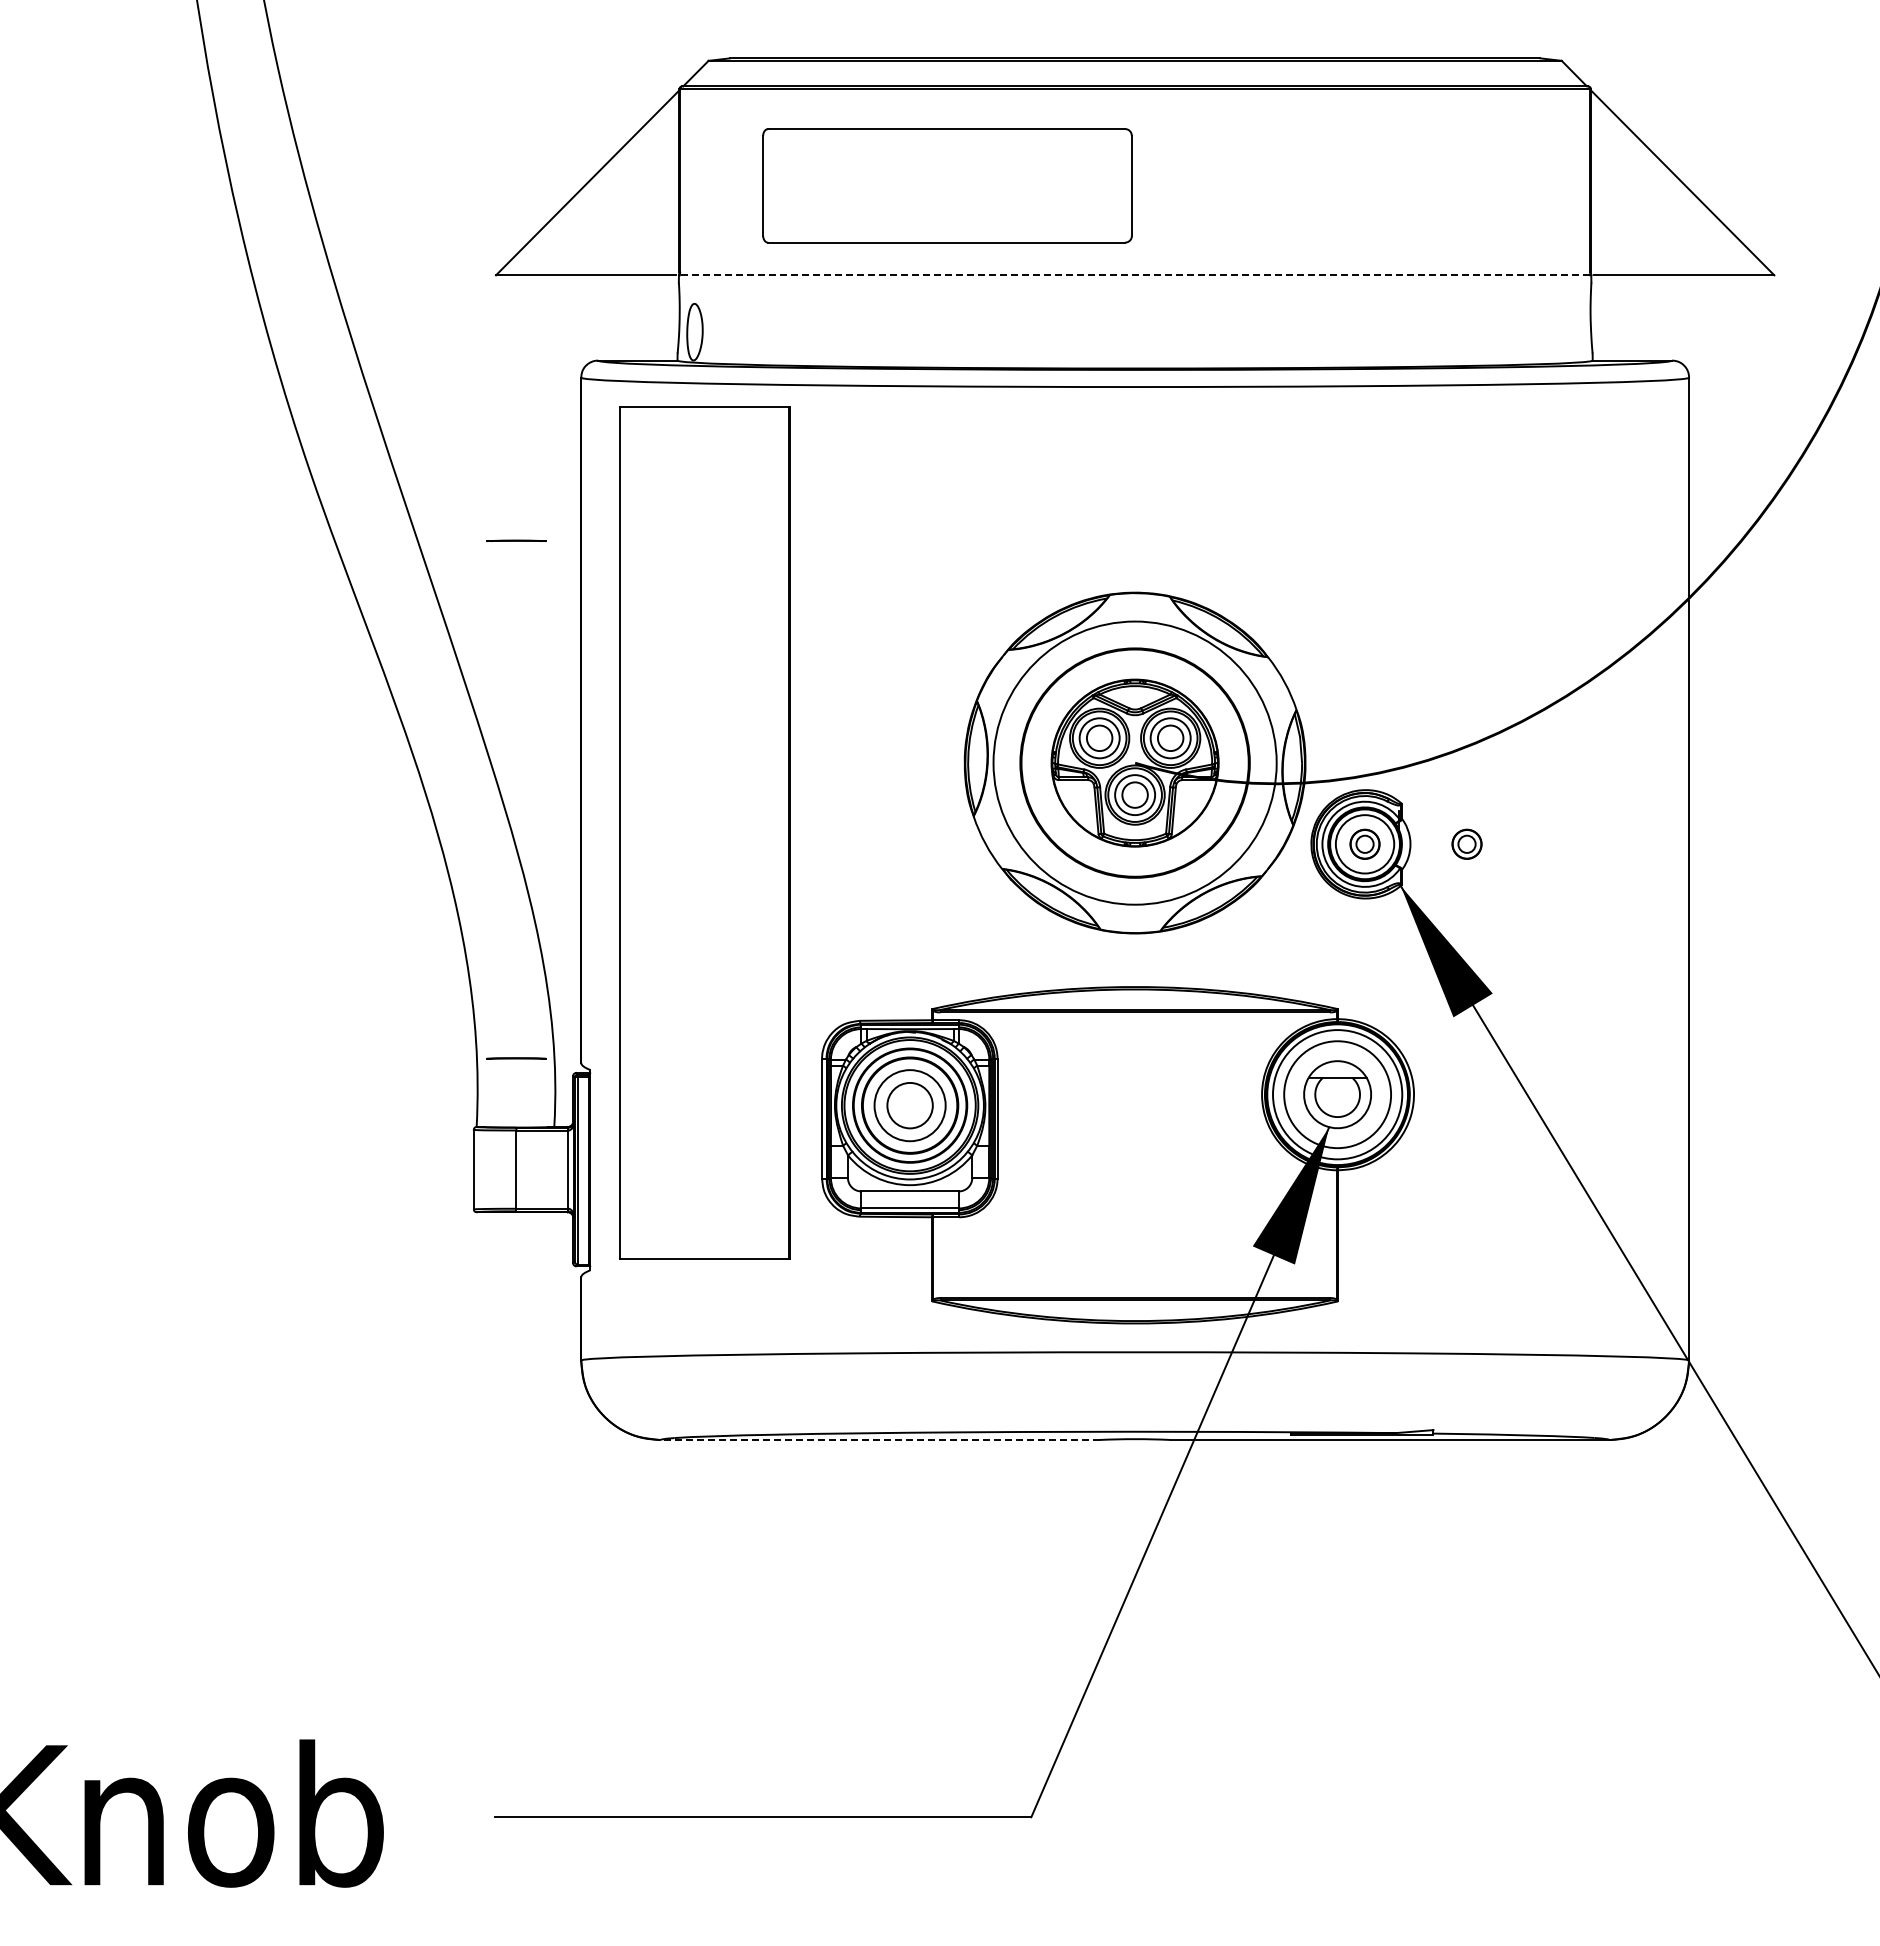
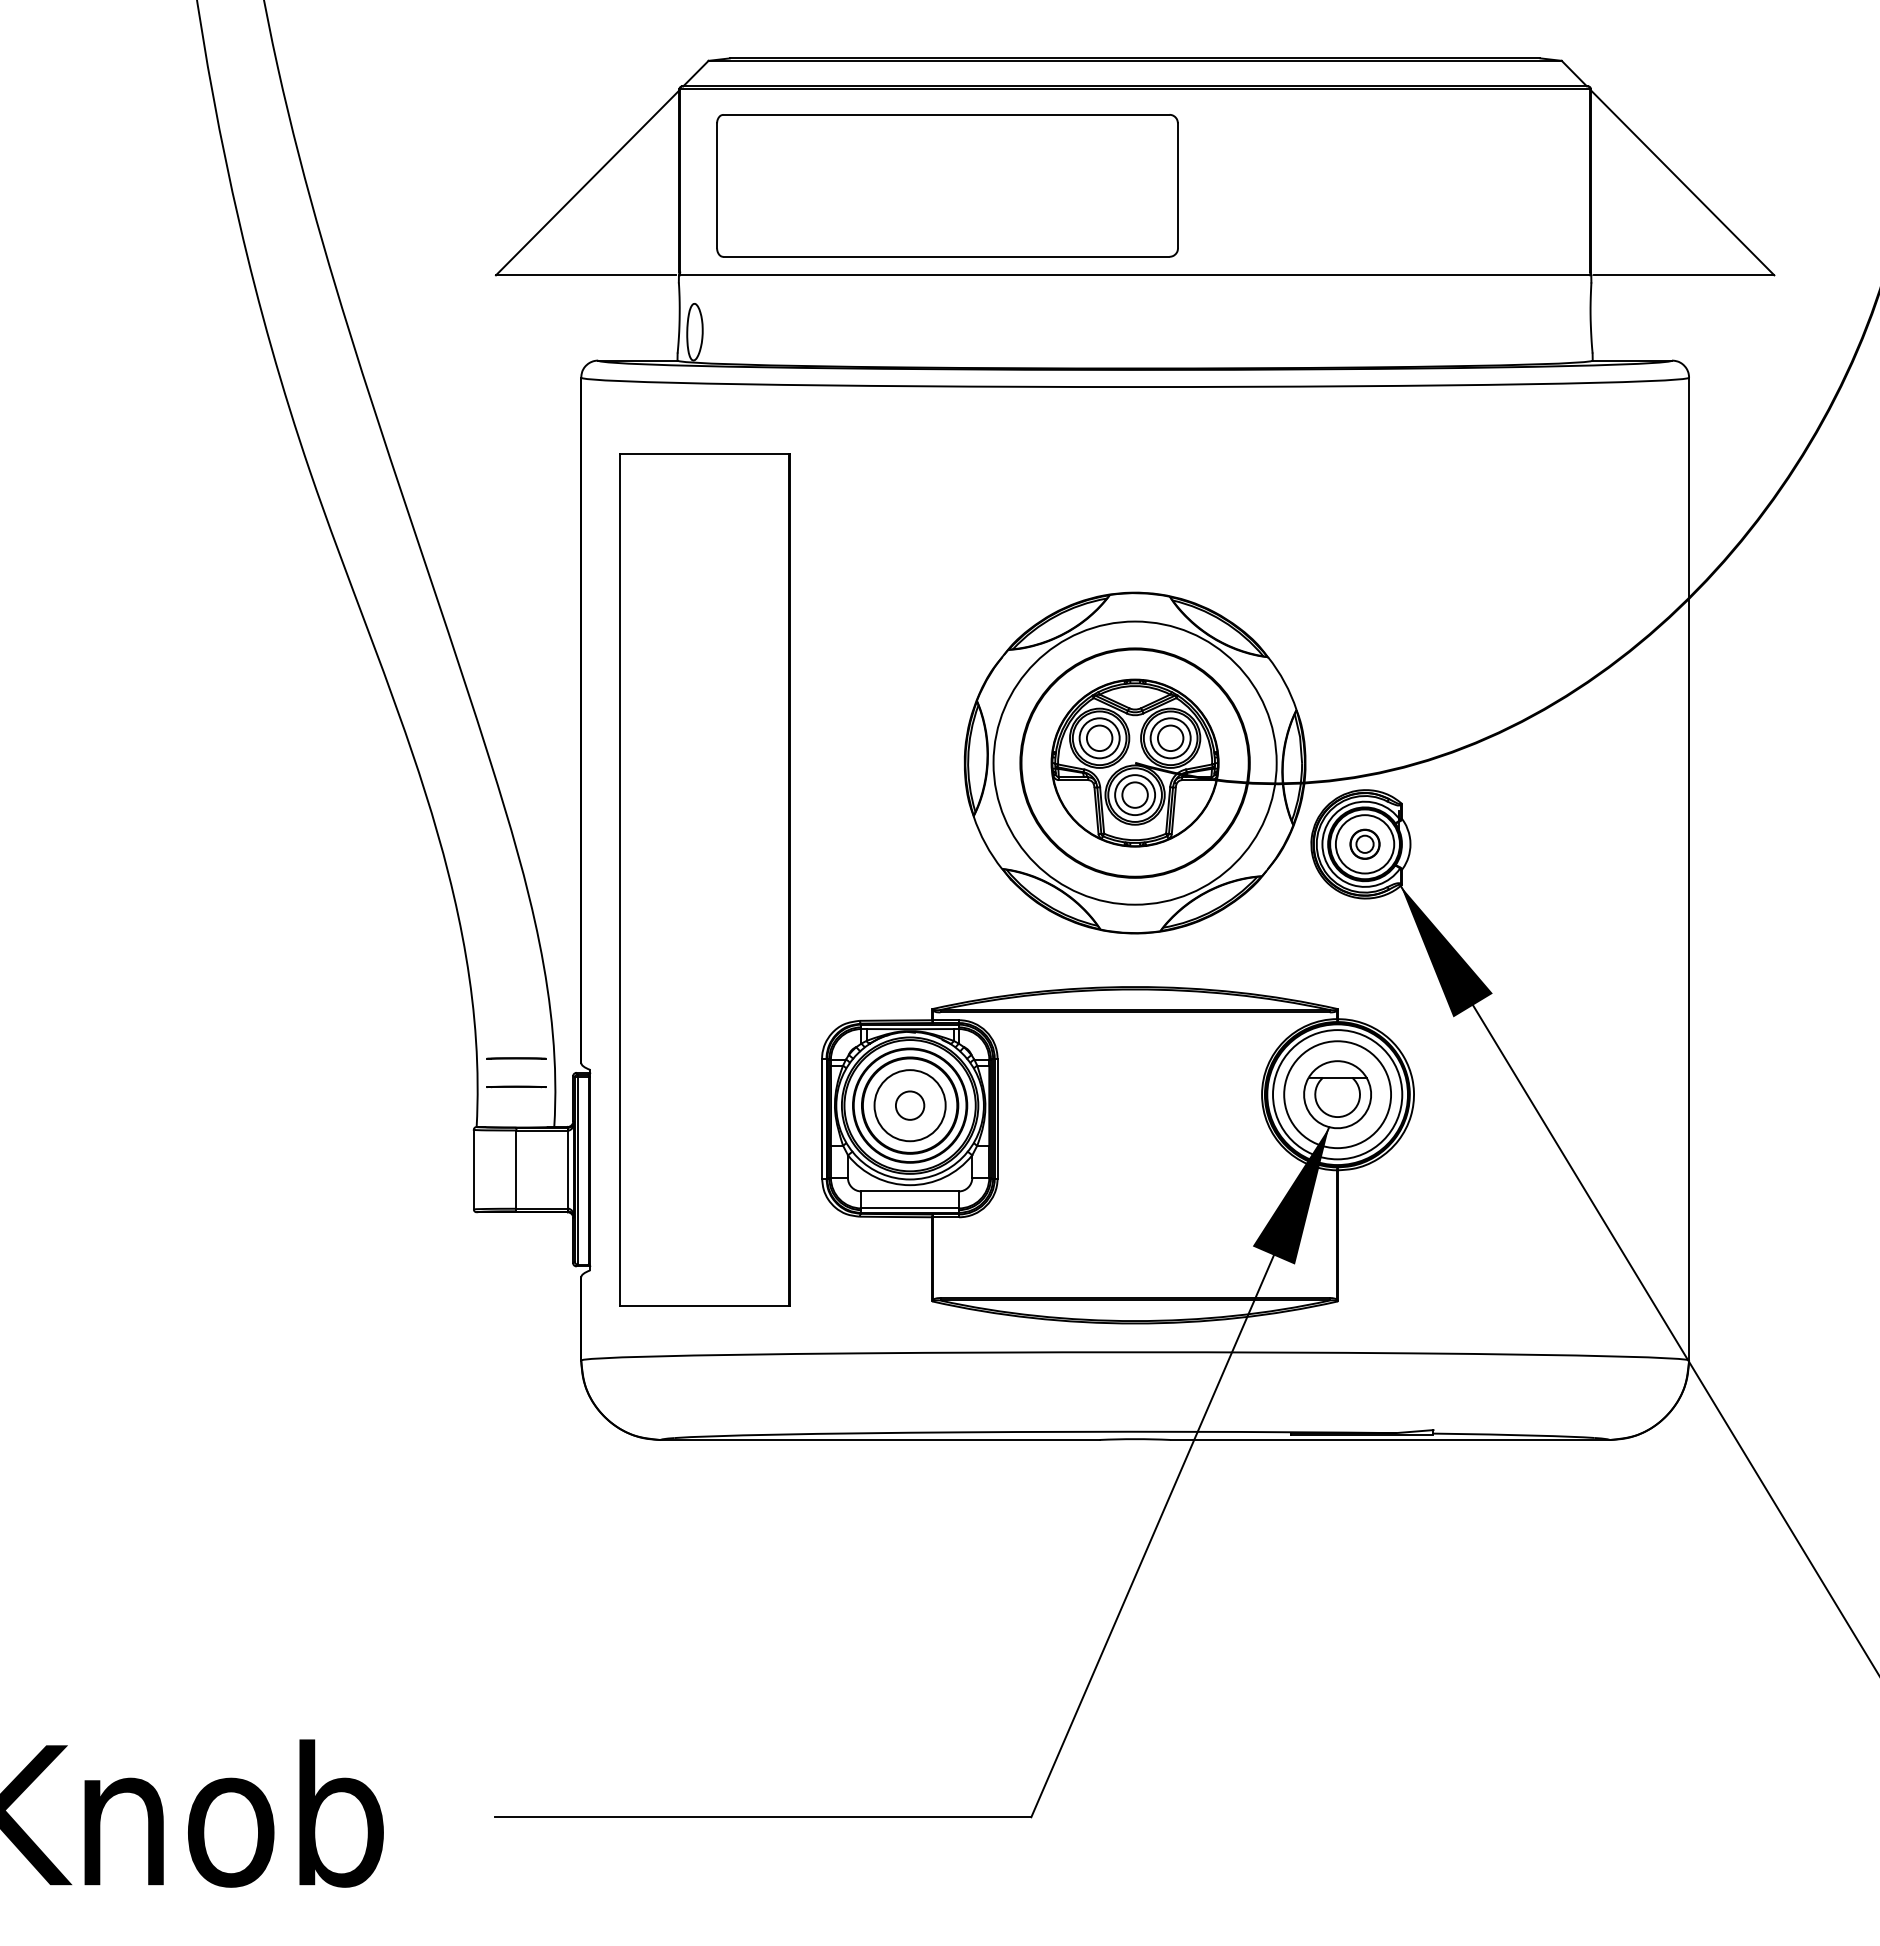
part at (947, 185) size: 371x116 px -> 463x144 px
line at (1134, 275): dashed -> solid
line at (516, 540) position: (516, 540) -> (516, 1086)
part at (704, 832) position: (704, 832) -> (704, 879)
part at (1466, 843): present -> none
circle at (909, 1105) diameter: 45 px -> 28 px
line at (879, 1440): dashed -> solid
